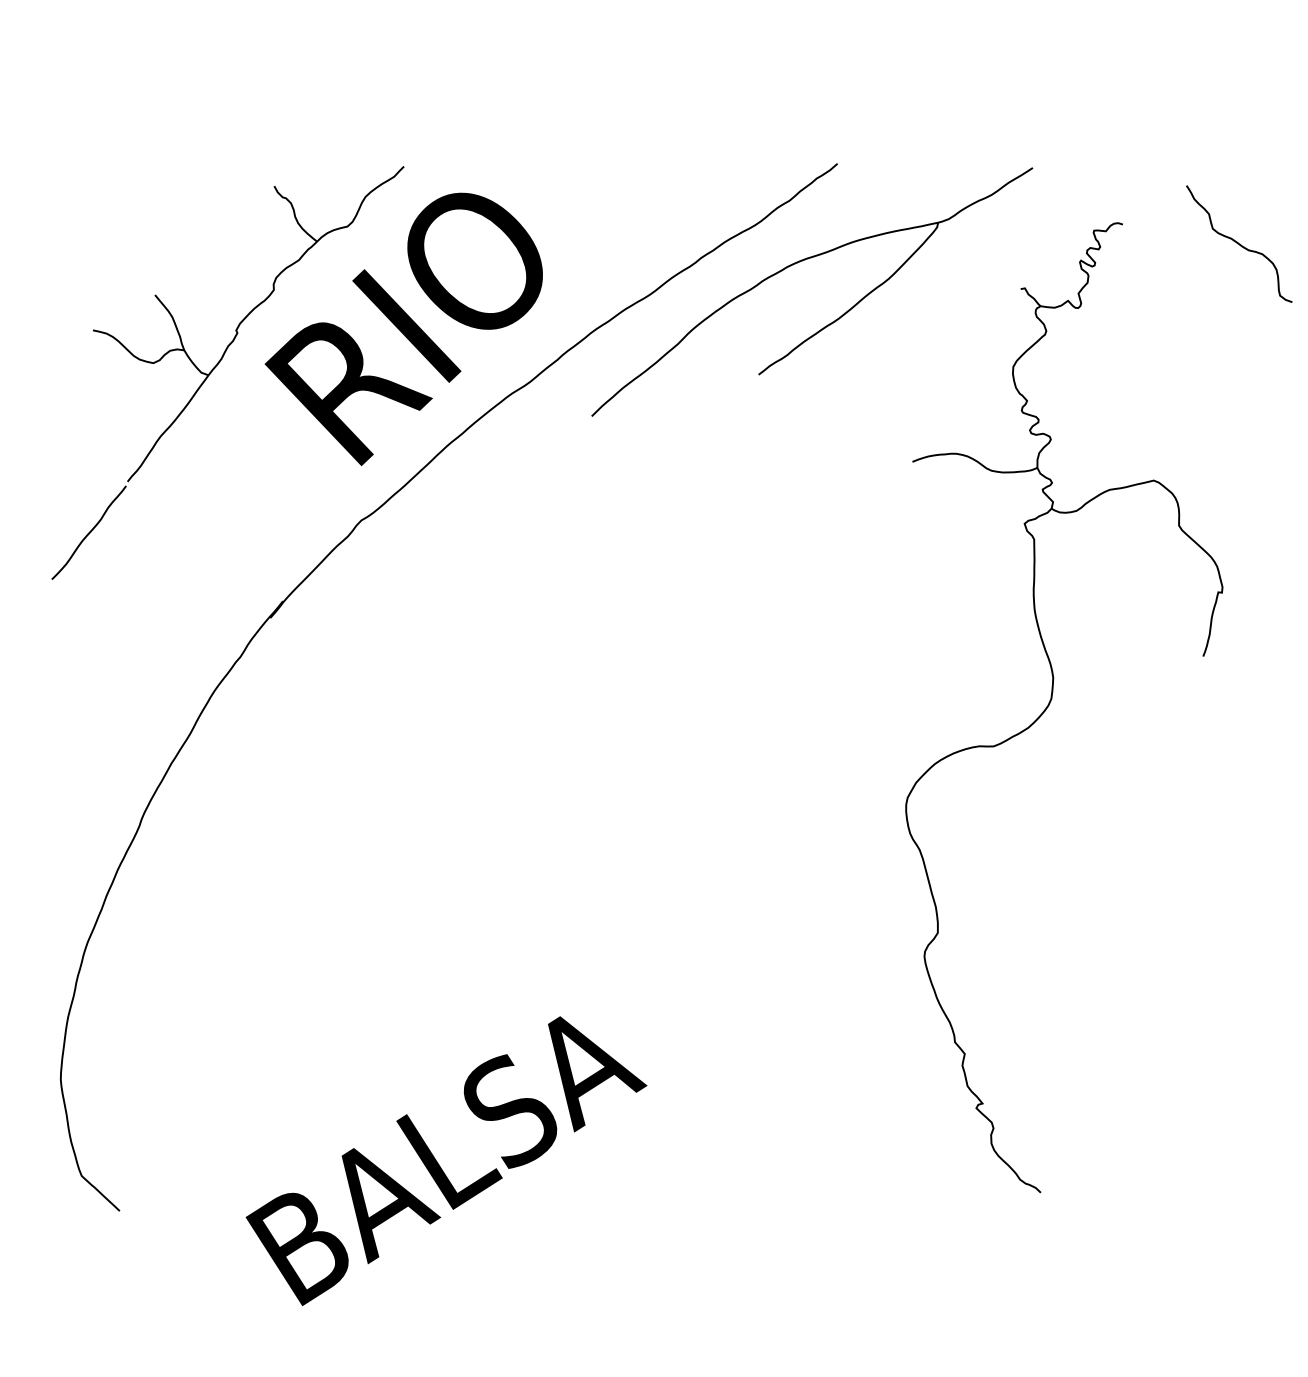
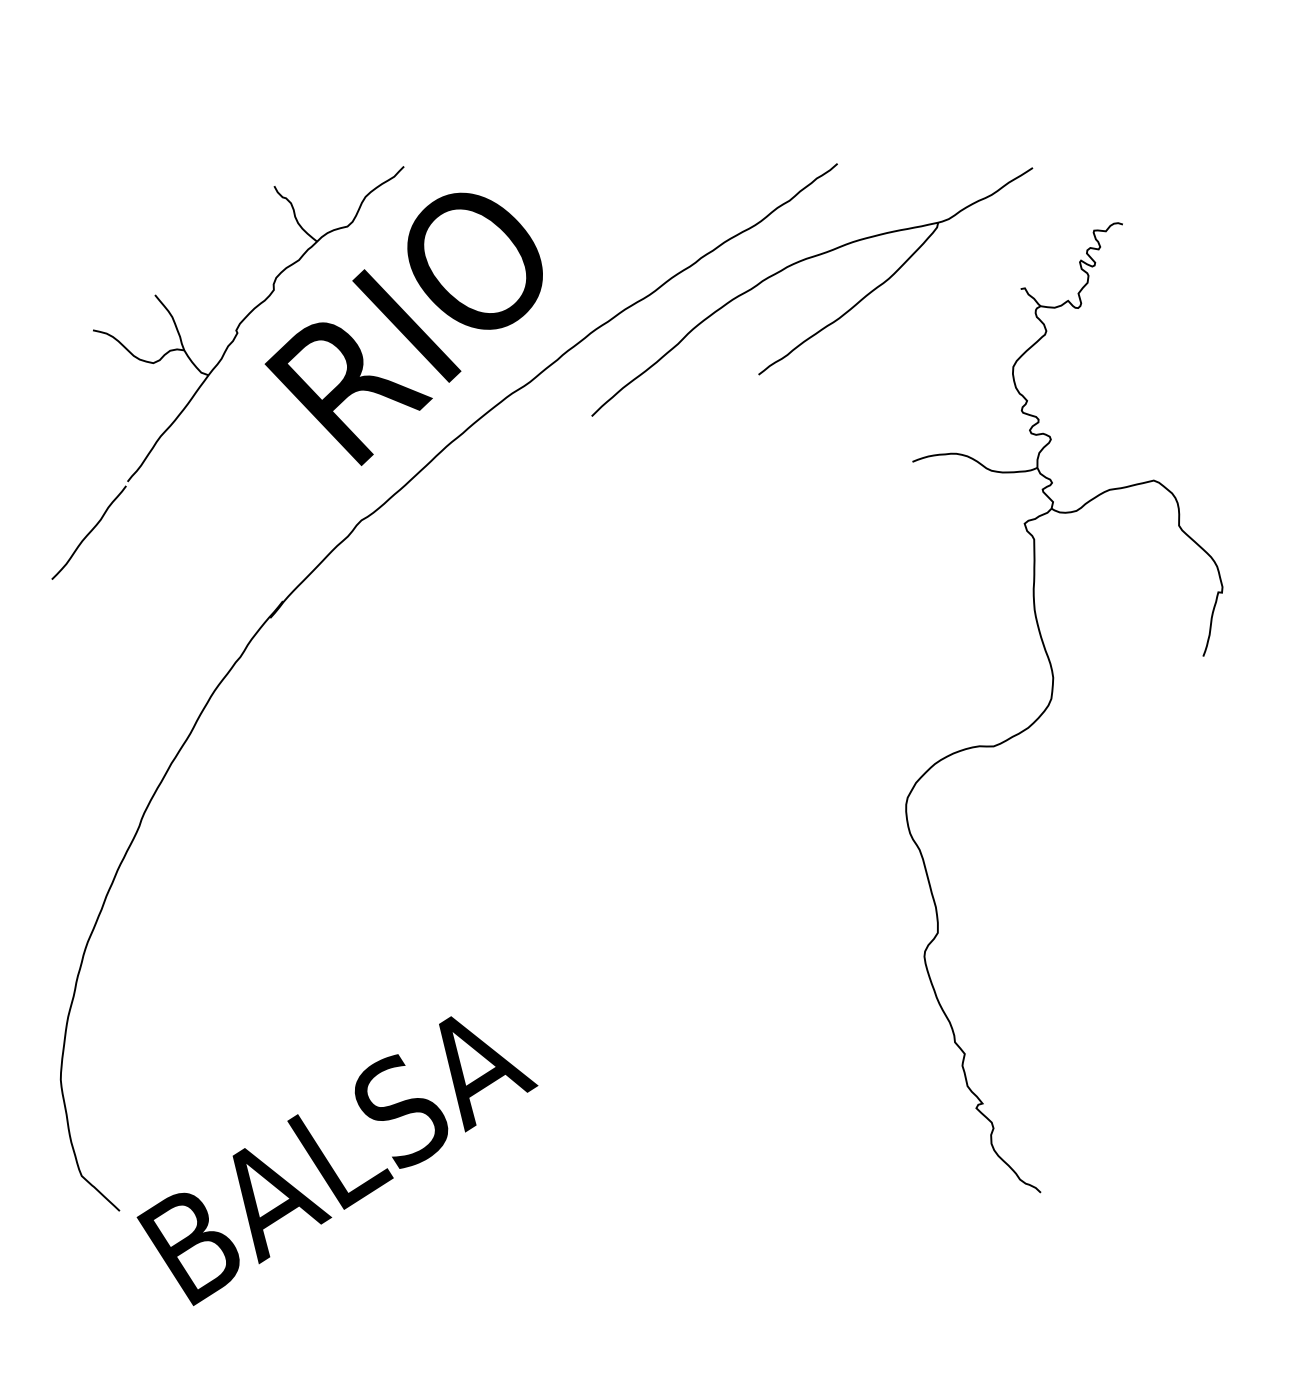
curve at (1239, 243): present -> none
text at (446, 1160) position: (446, 1160) -> (337, 1160)
